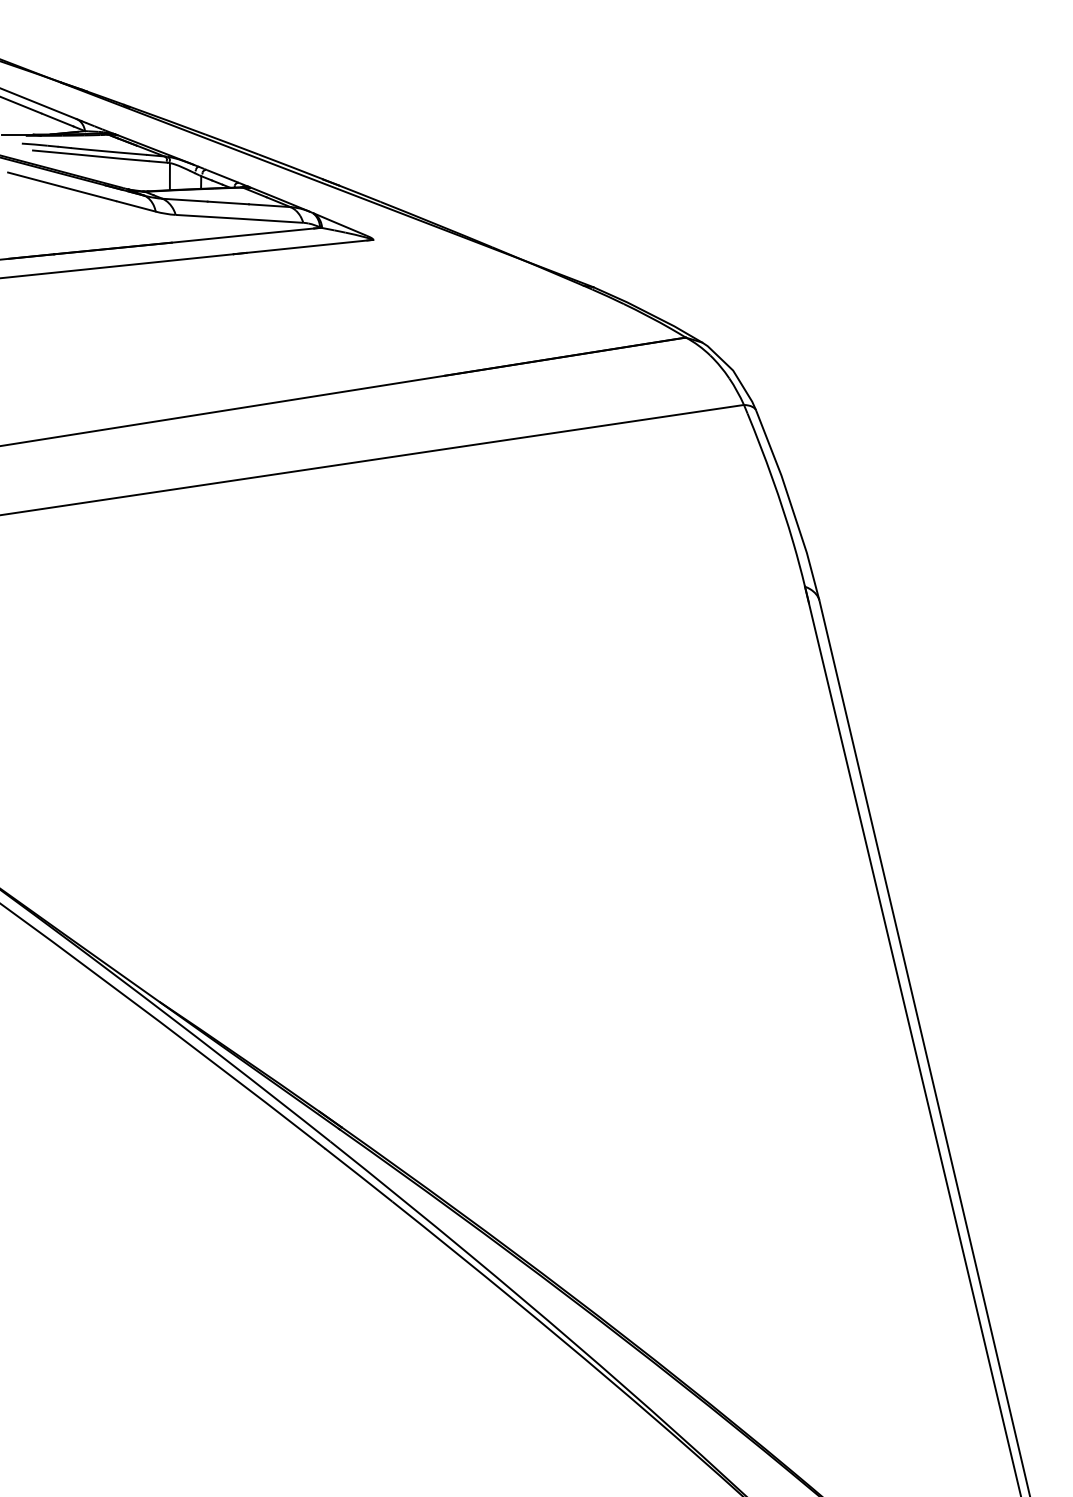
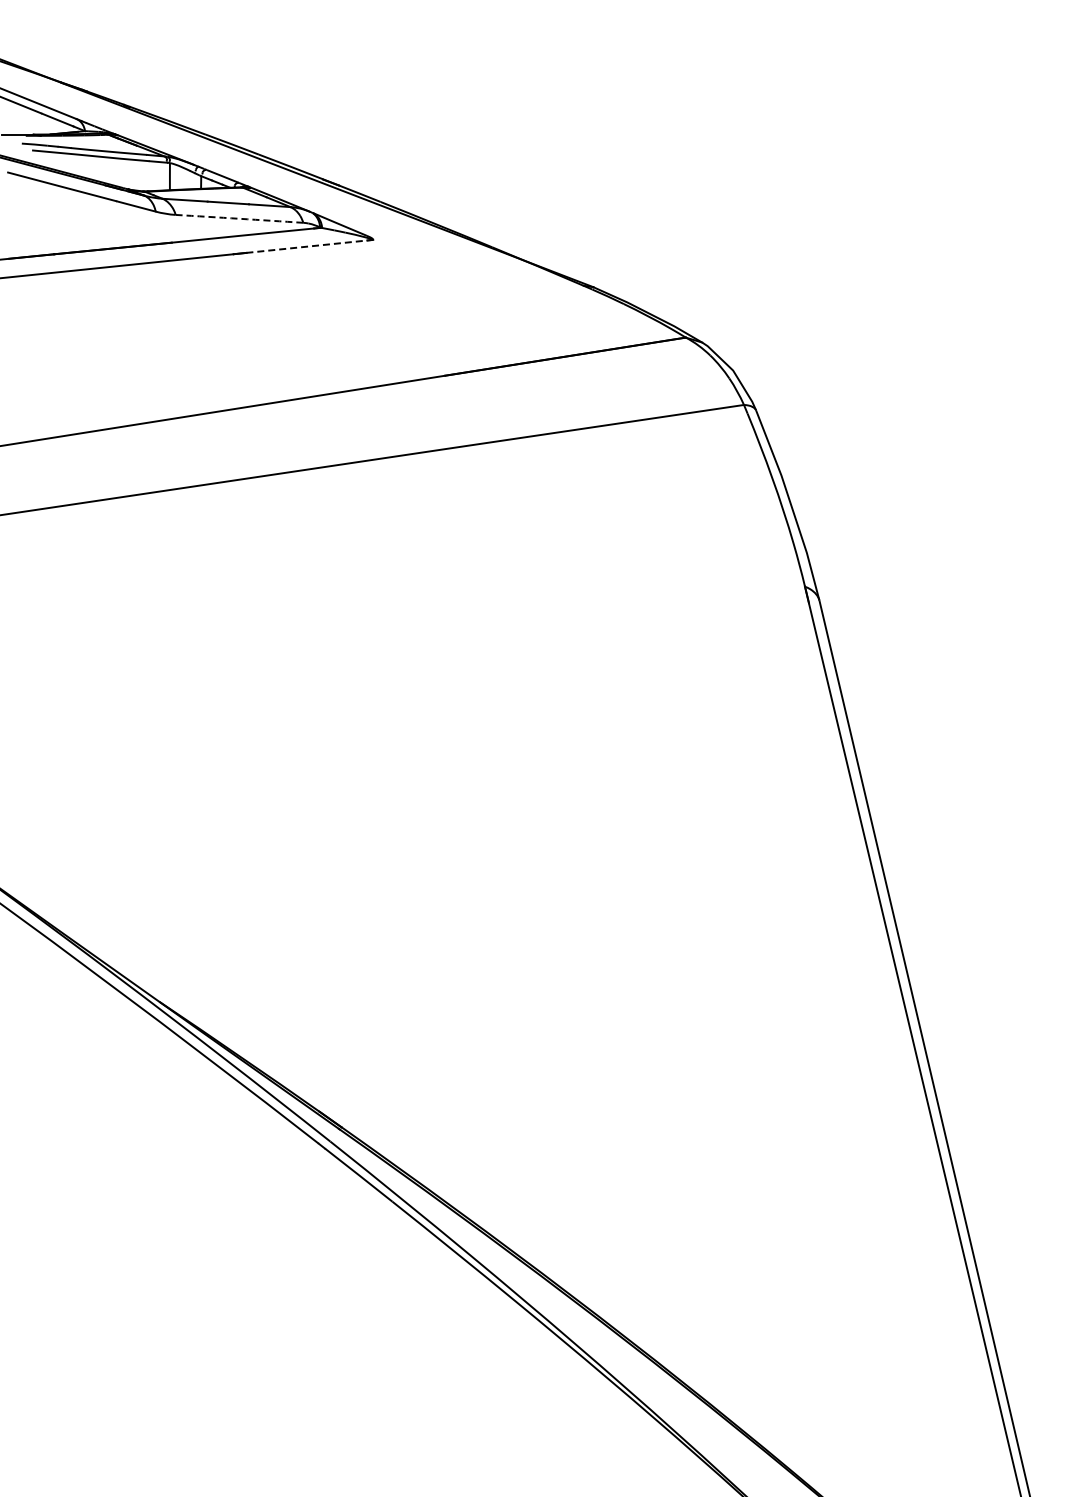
arc at (239, 218): solid -> dashed
line at (309, 246): solid -> dashed
